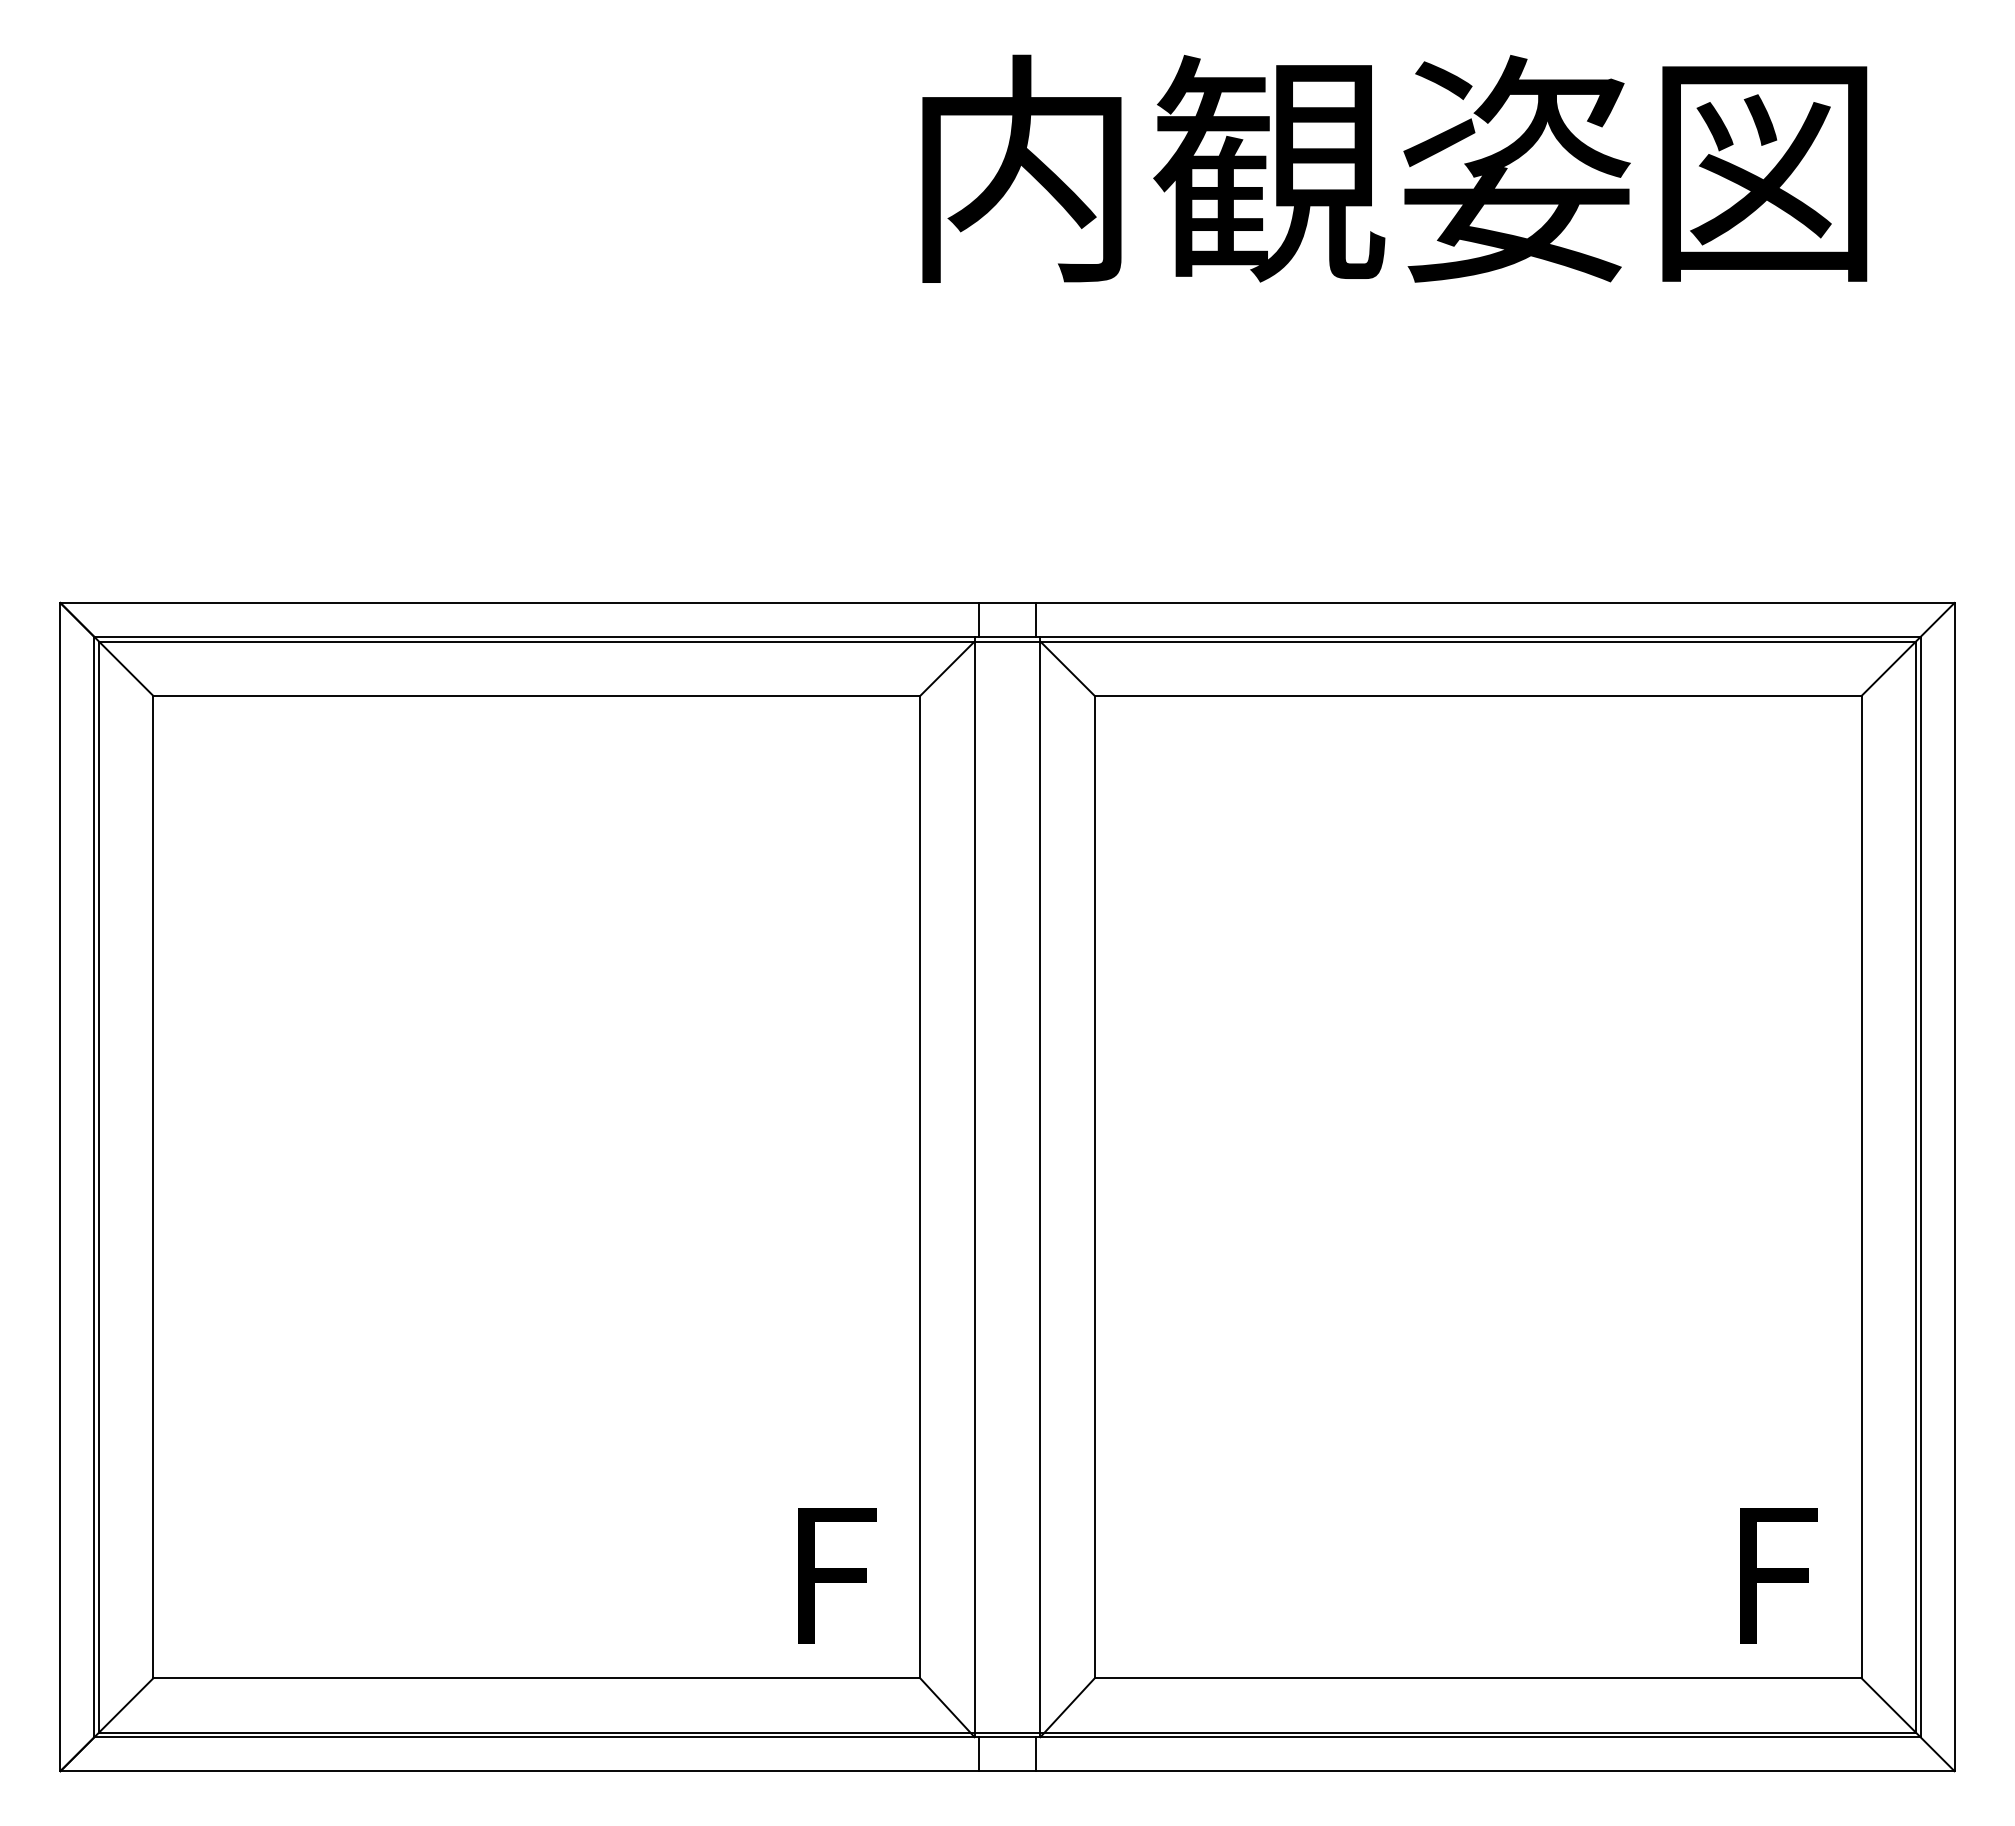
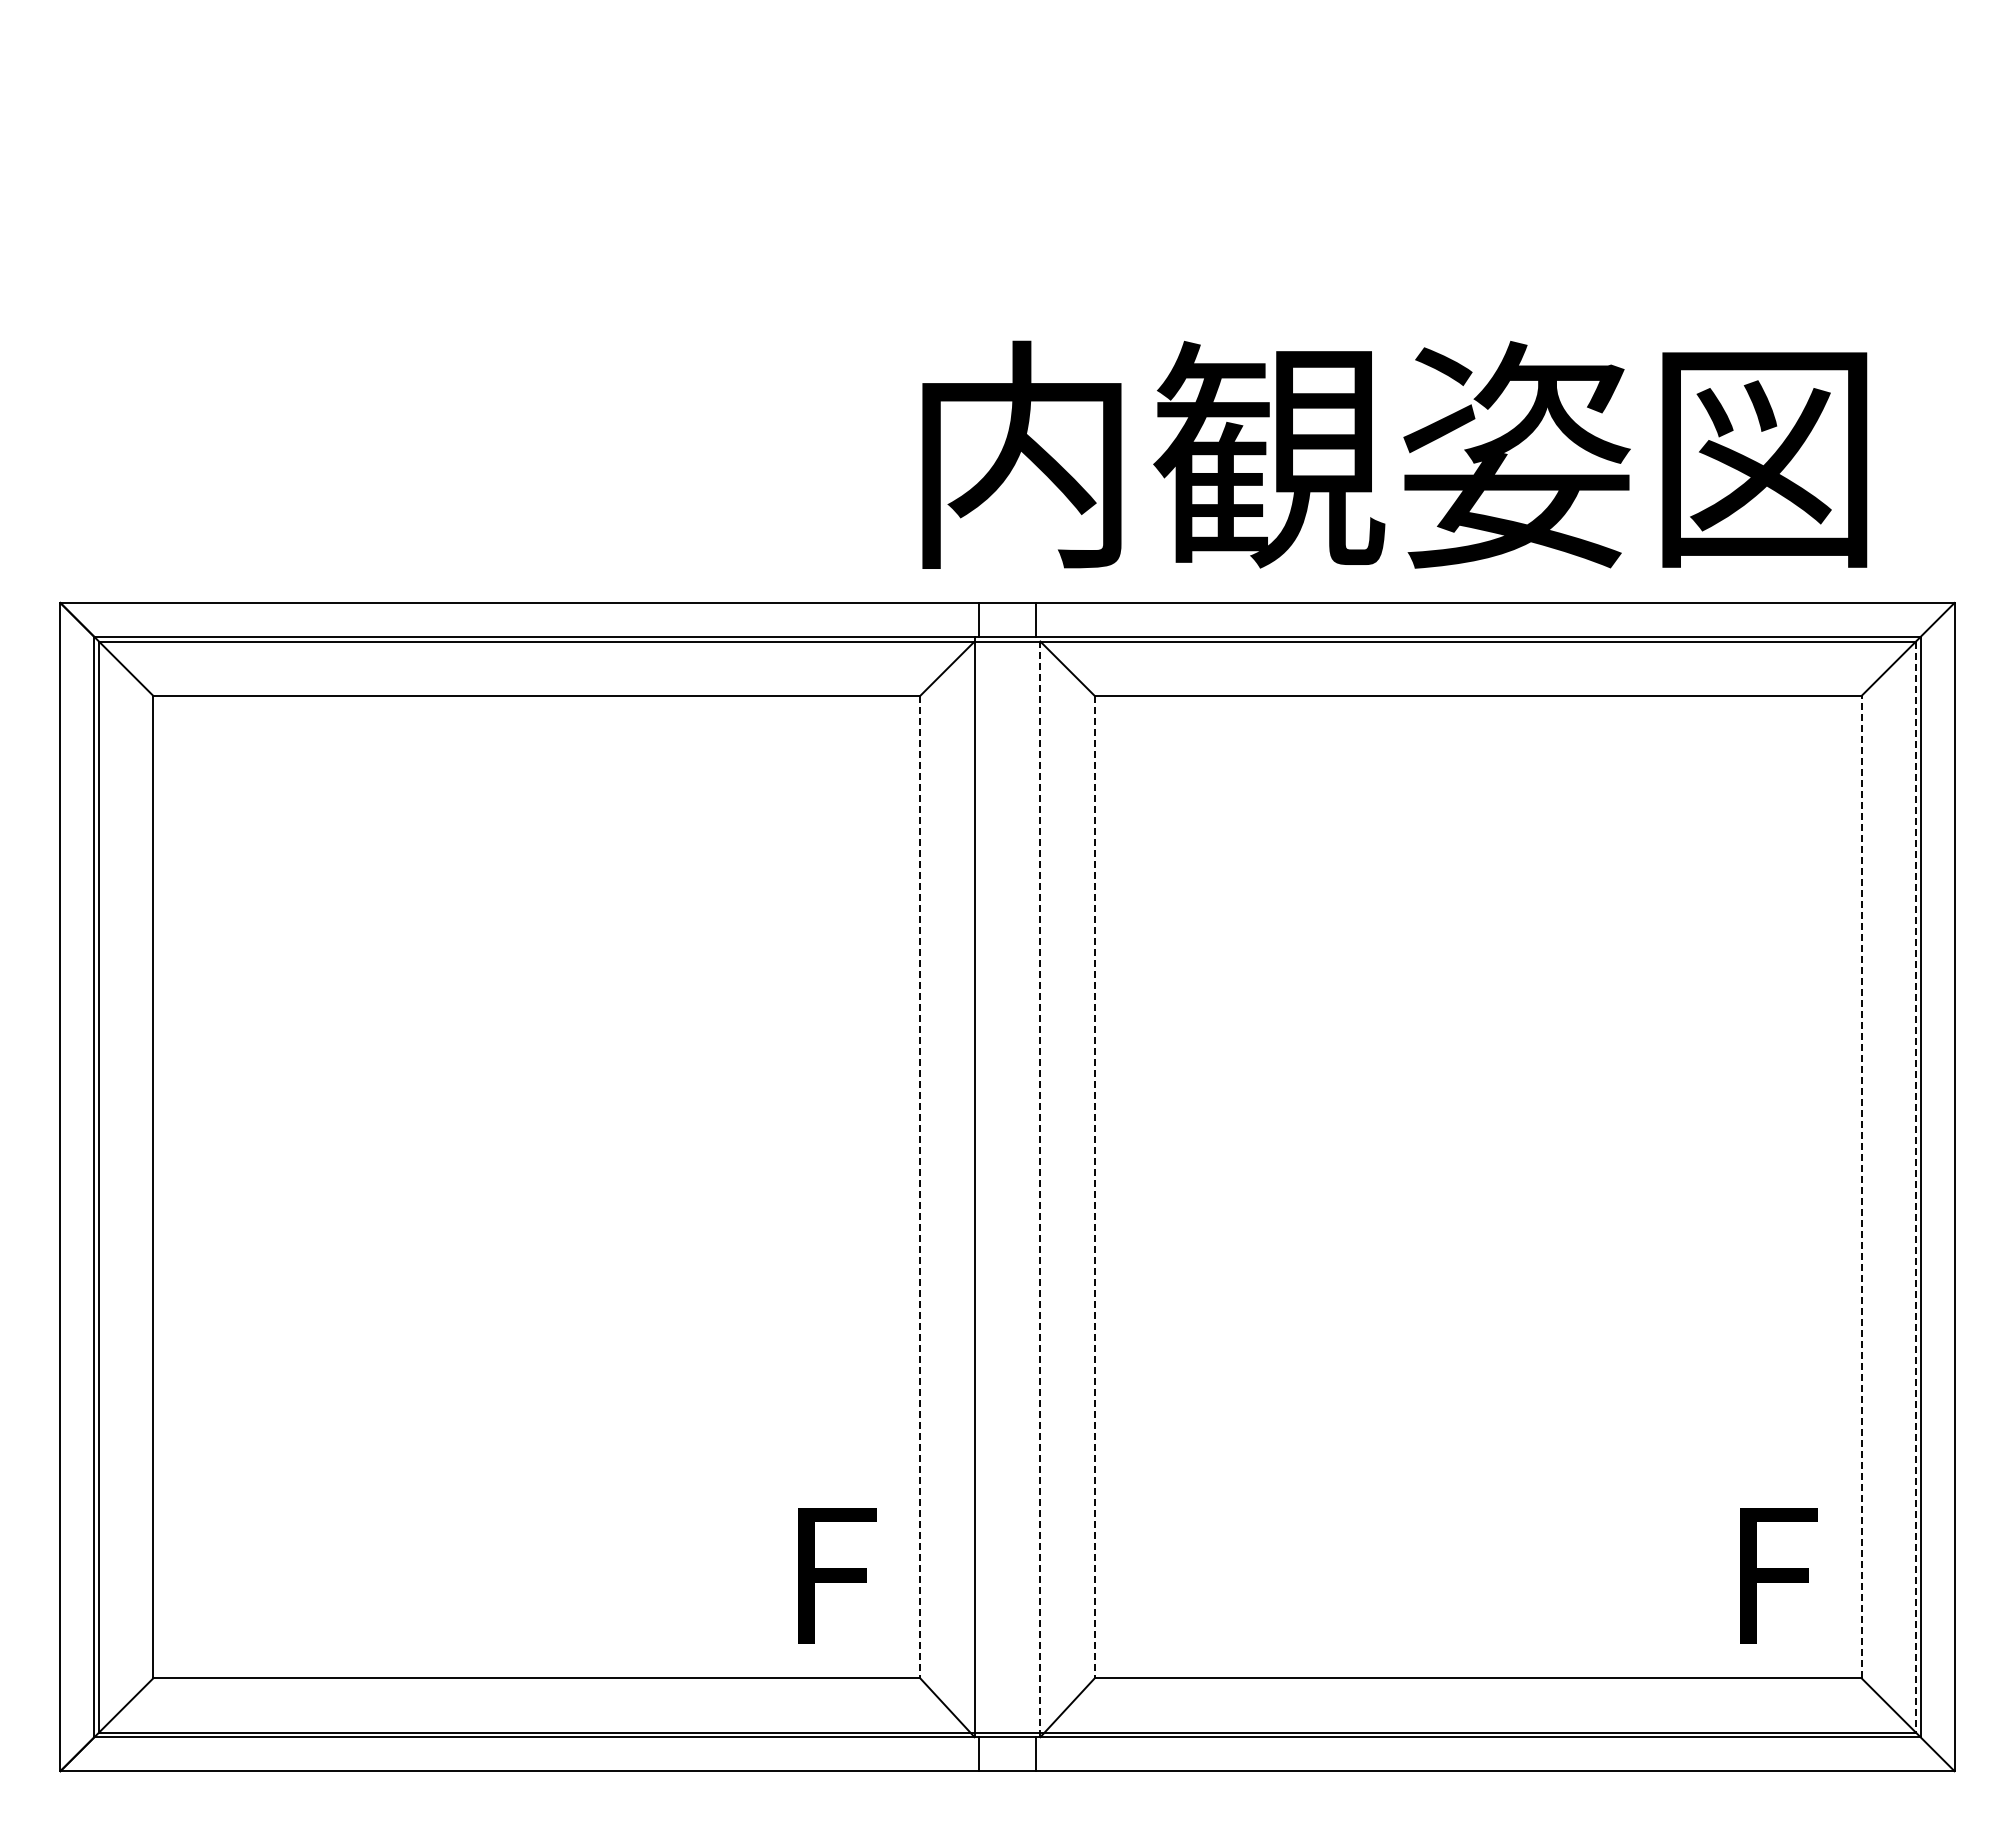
text at (1394, 168) position: (1394, 168) -> (1394, 454)
line at (1040, 1186): solid -> dashed
line at (1861, 1186): solid -> dashed
line at (920, 1187): solid -> dashed
line at (1094, 1187): solid -> dashed
line at (1915, 1187): solid -> dashed
